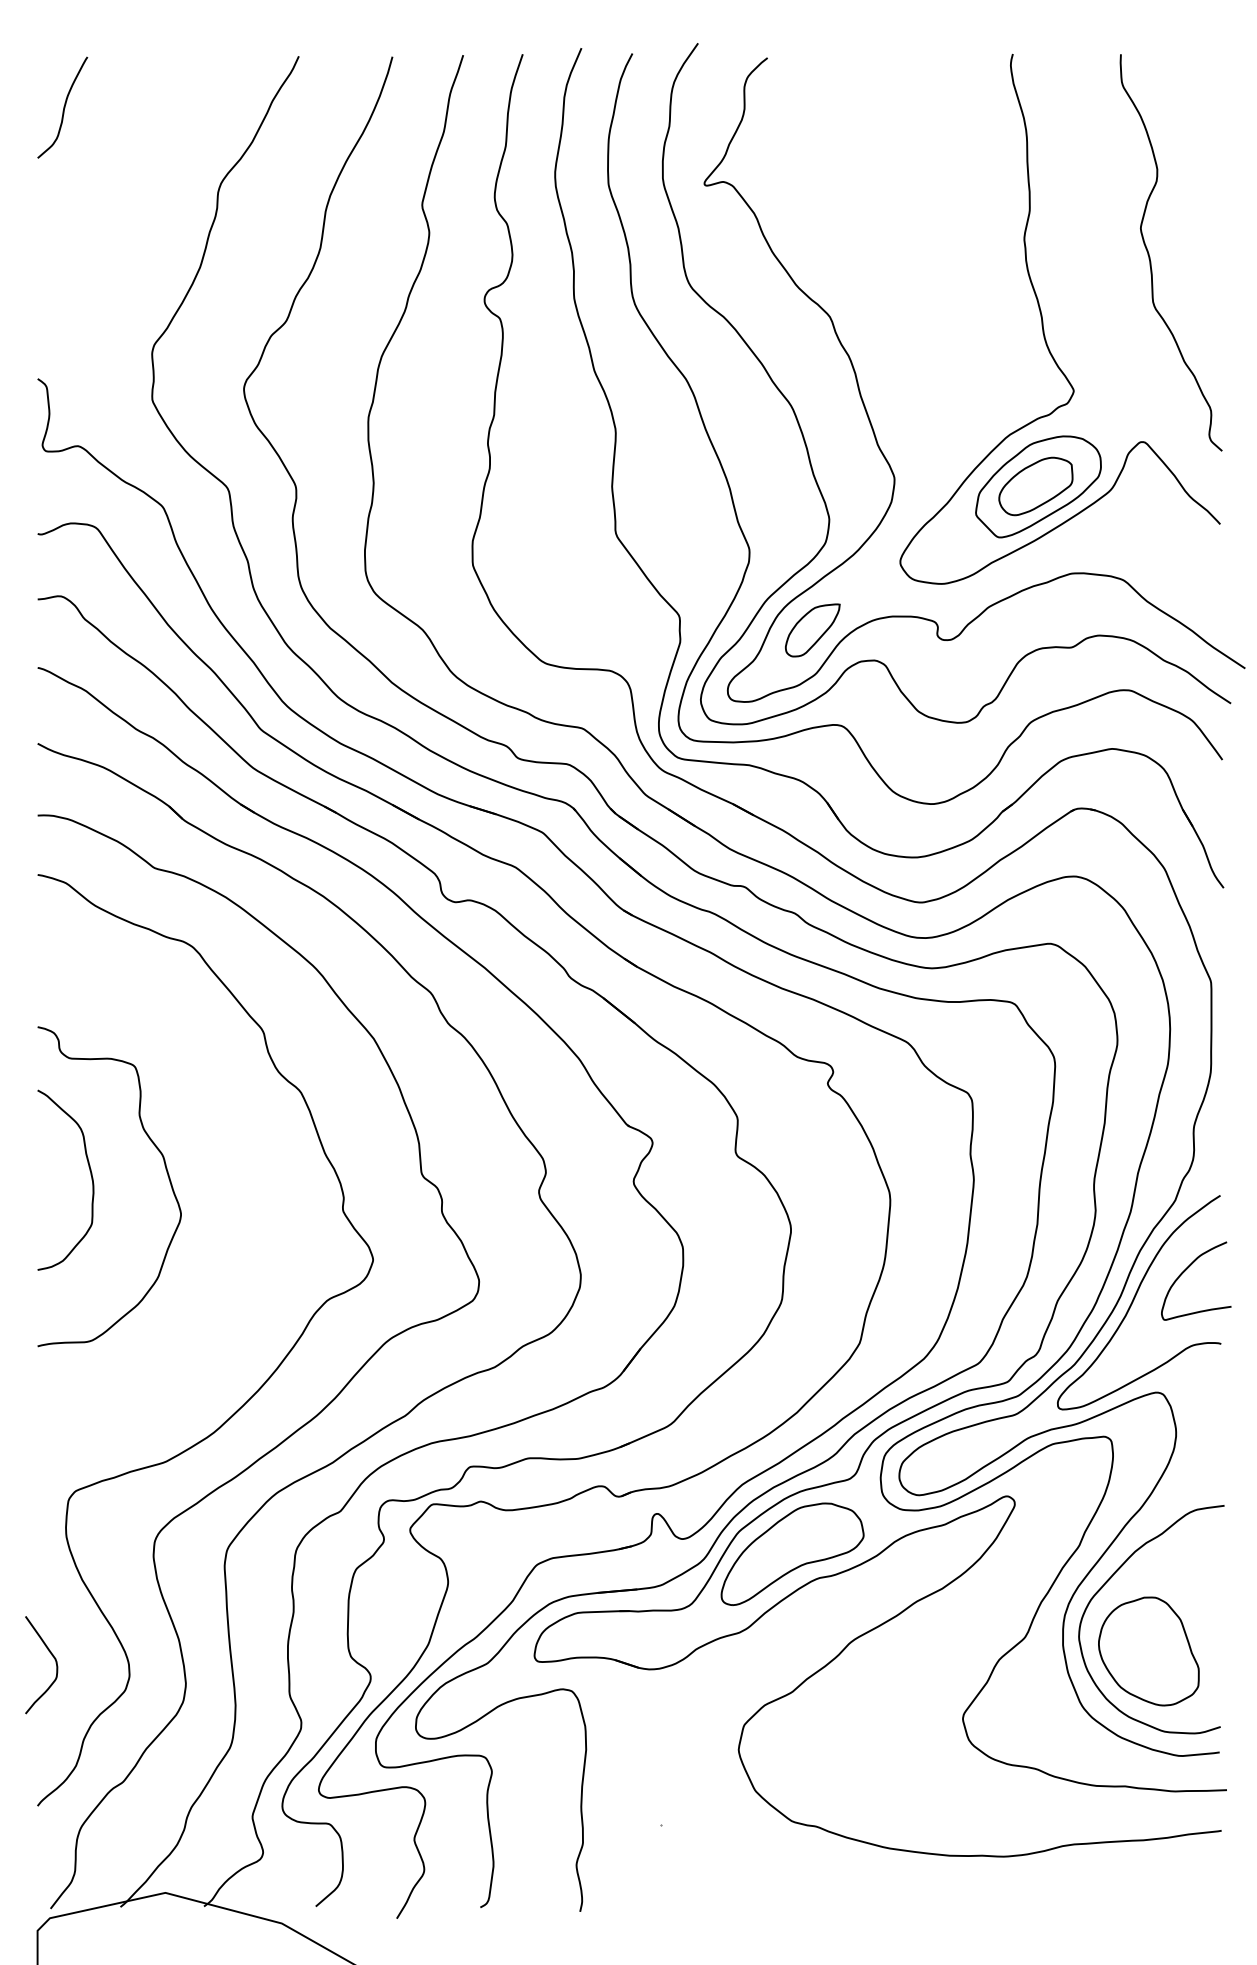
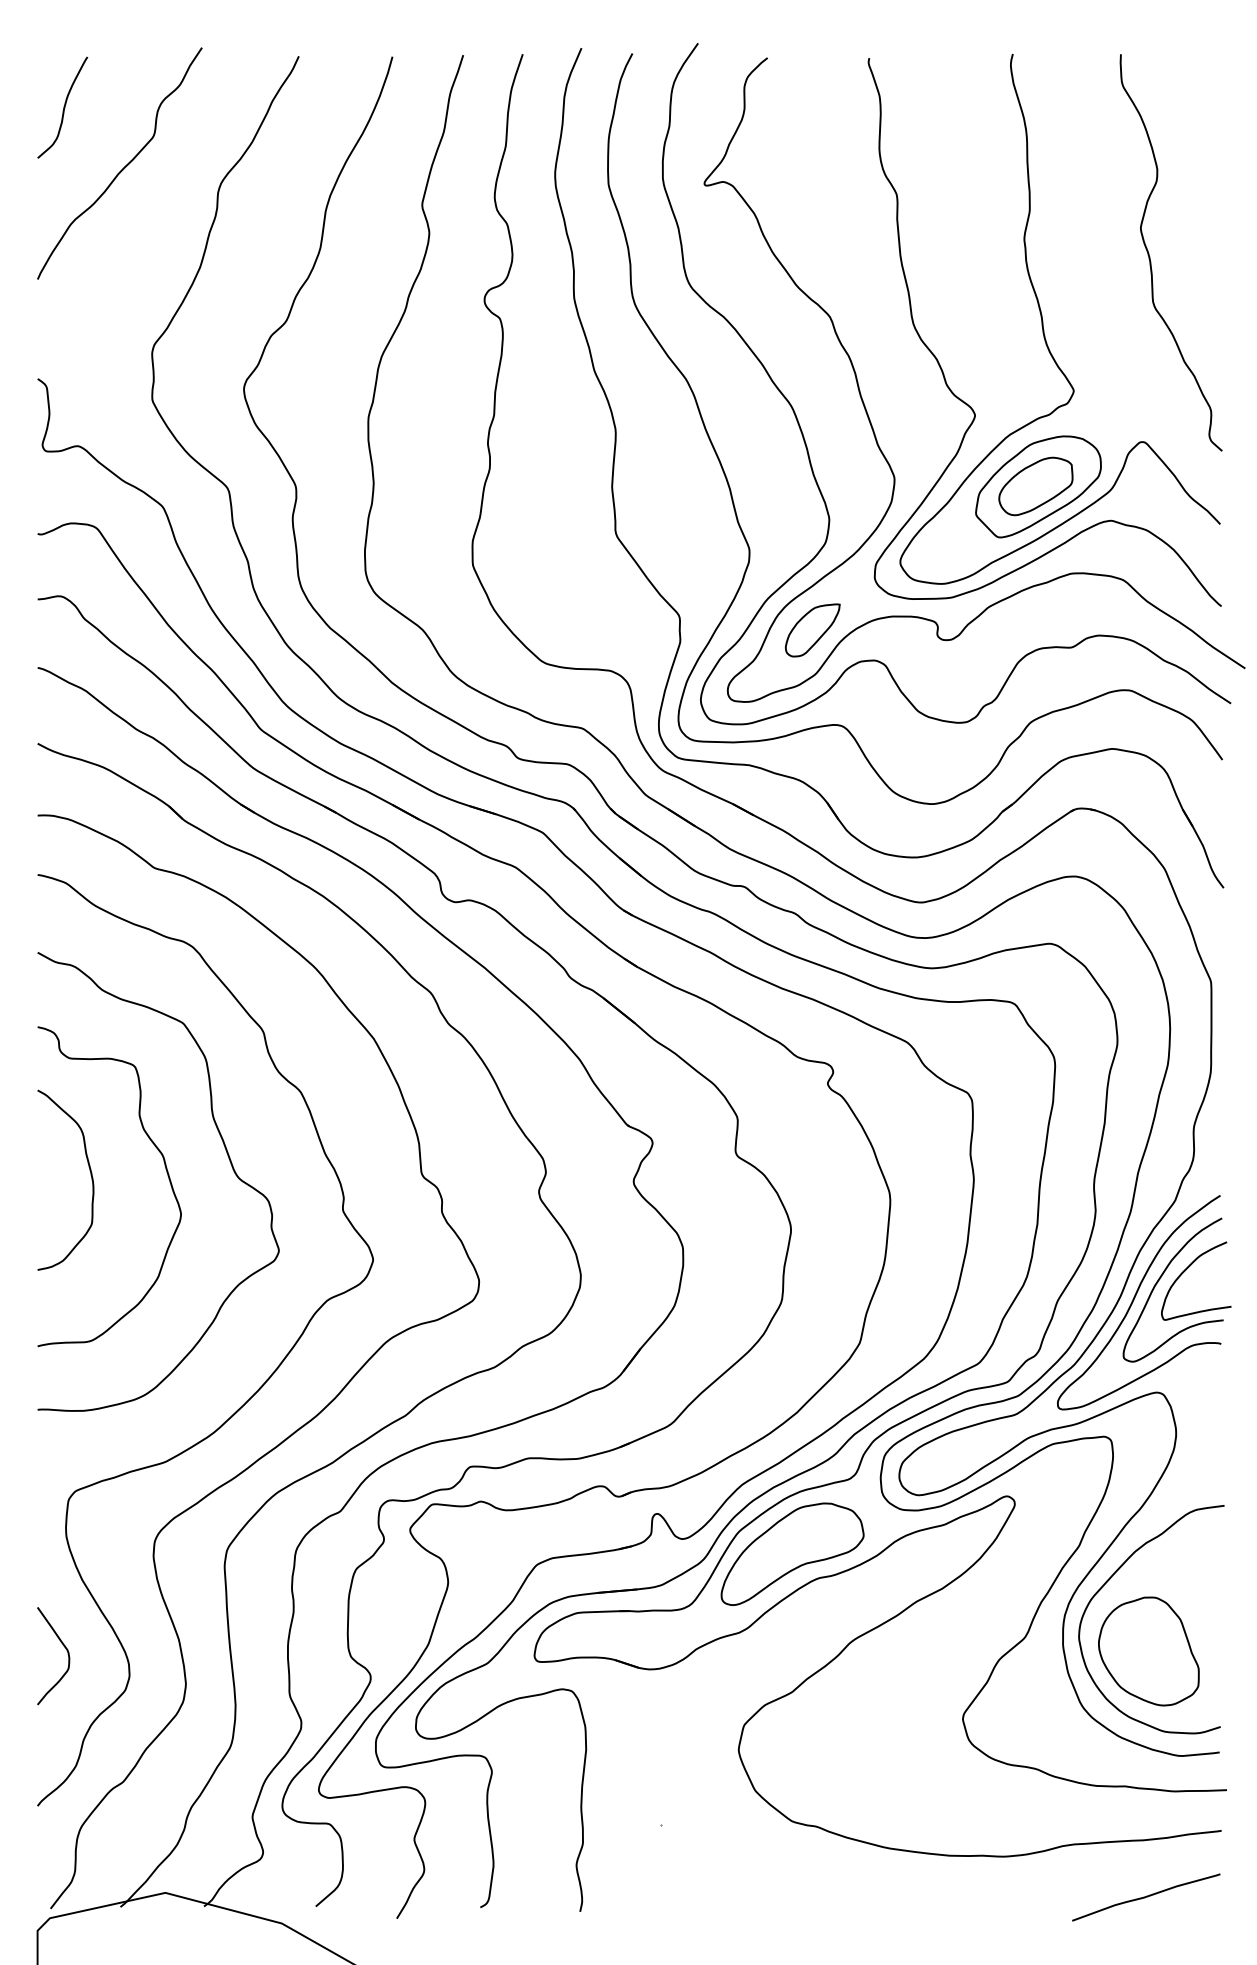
curve at (123, 167): none -> present
curve at (971, 406): none -> present
curve at (227, 1156): none -> present
curve at (1160, 1279): none -> present
curve at (53, 1658) position: (53, 1658) -> (65, 1649)
curve at (1146, 1897): none -> present
